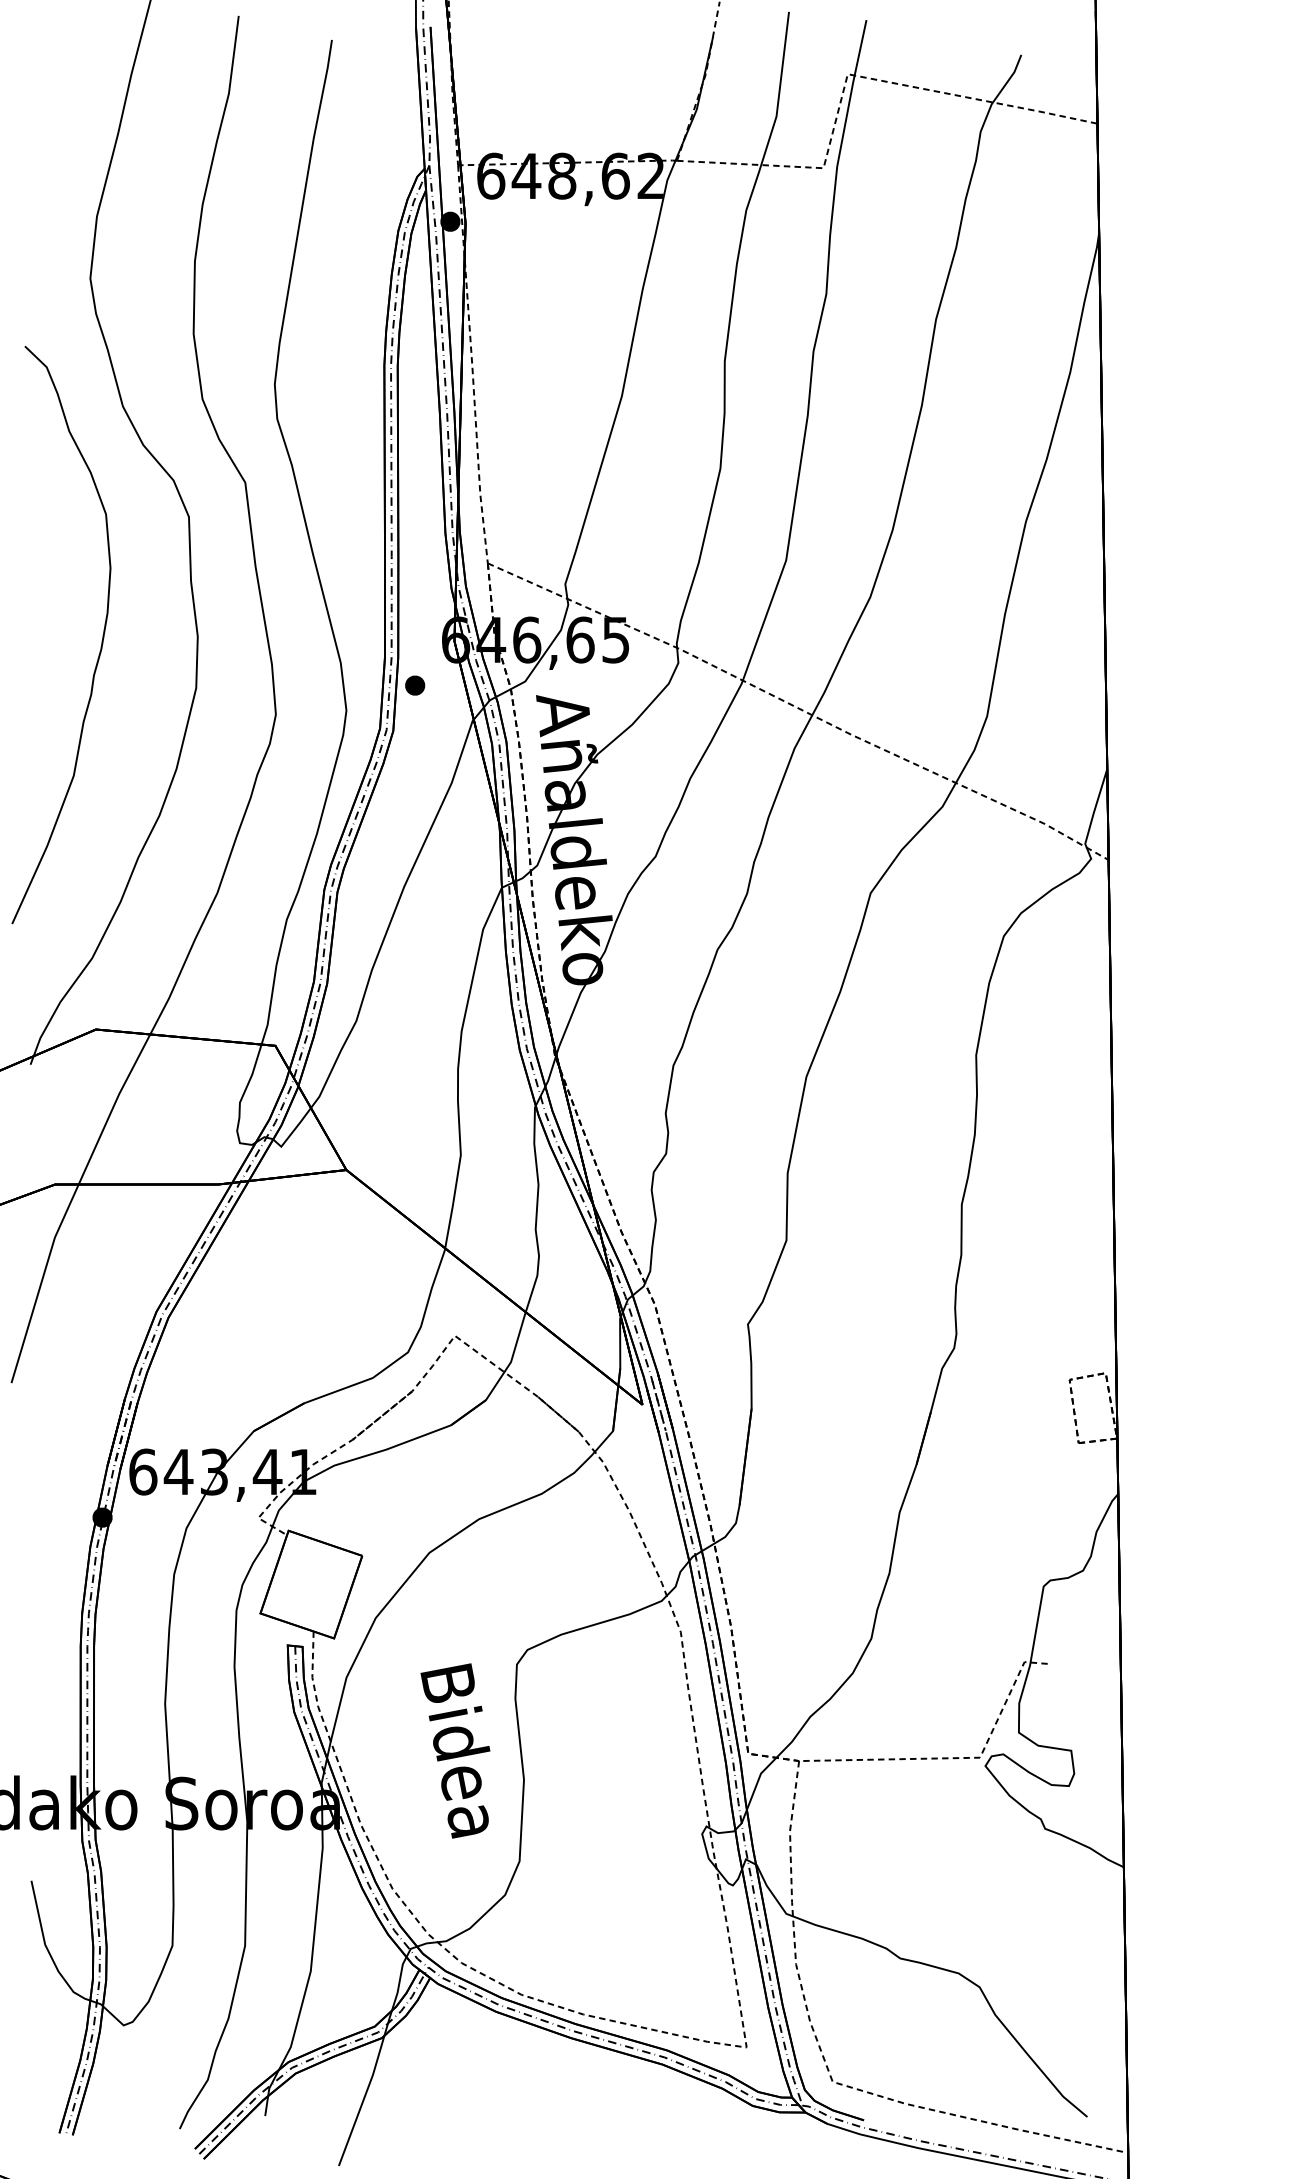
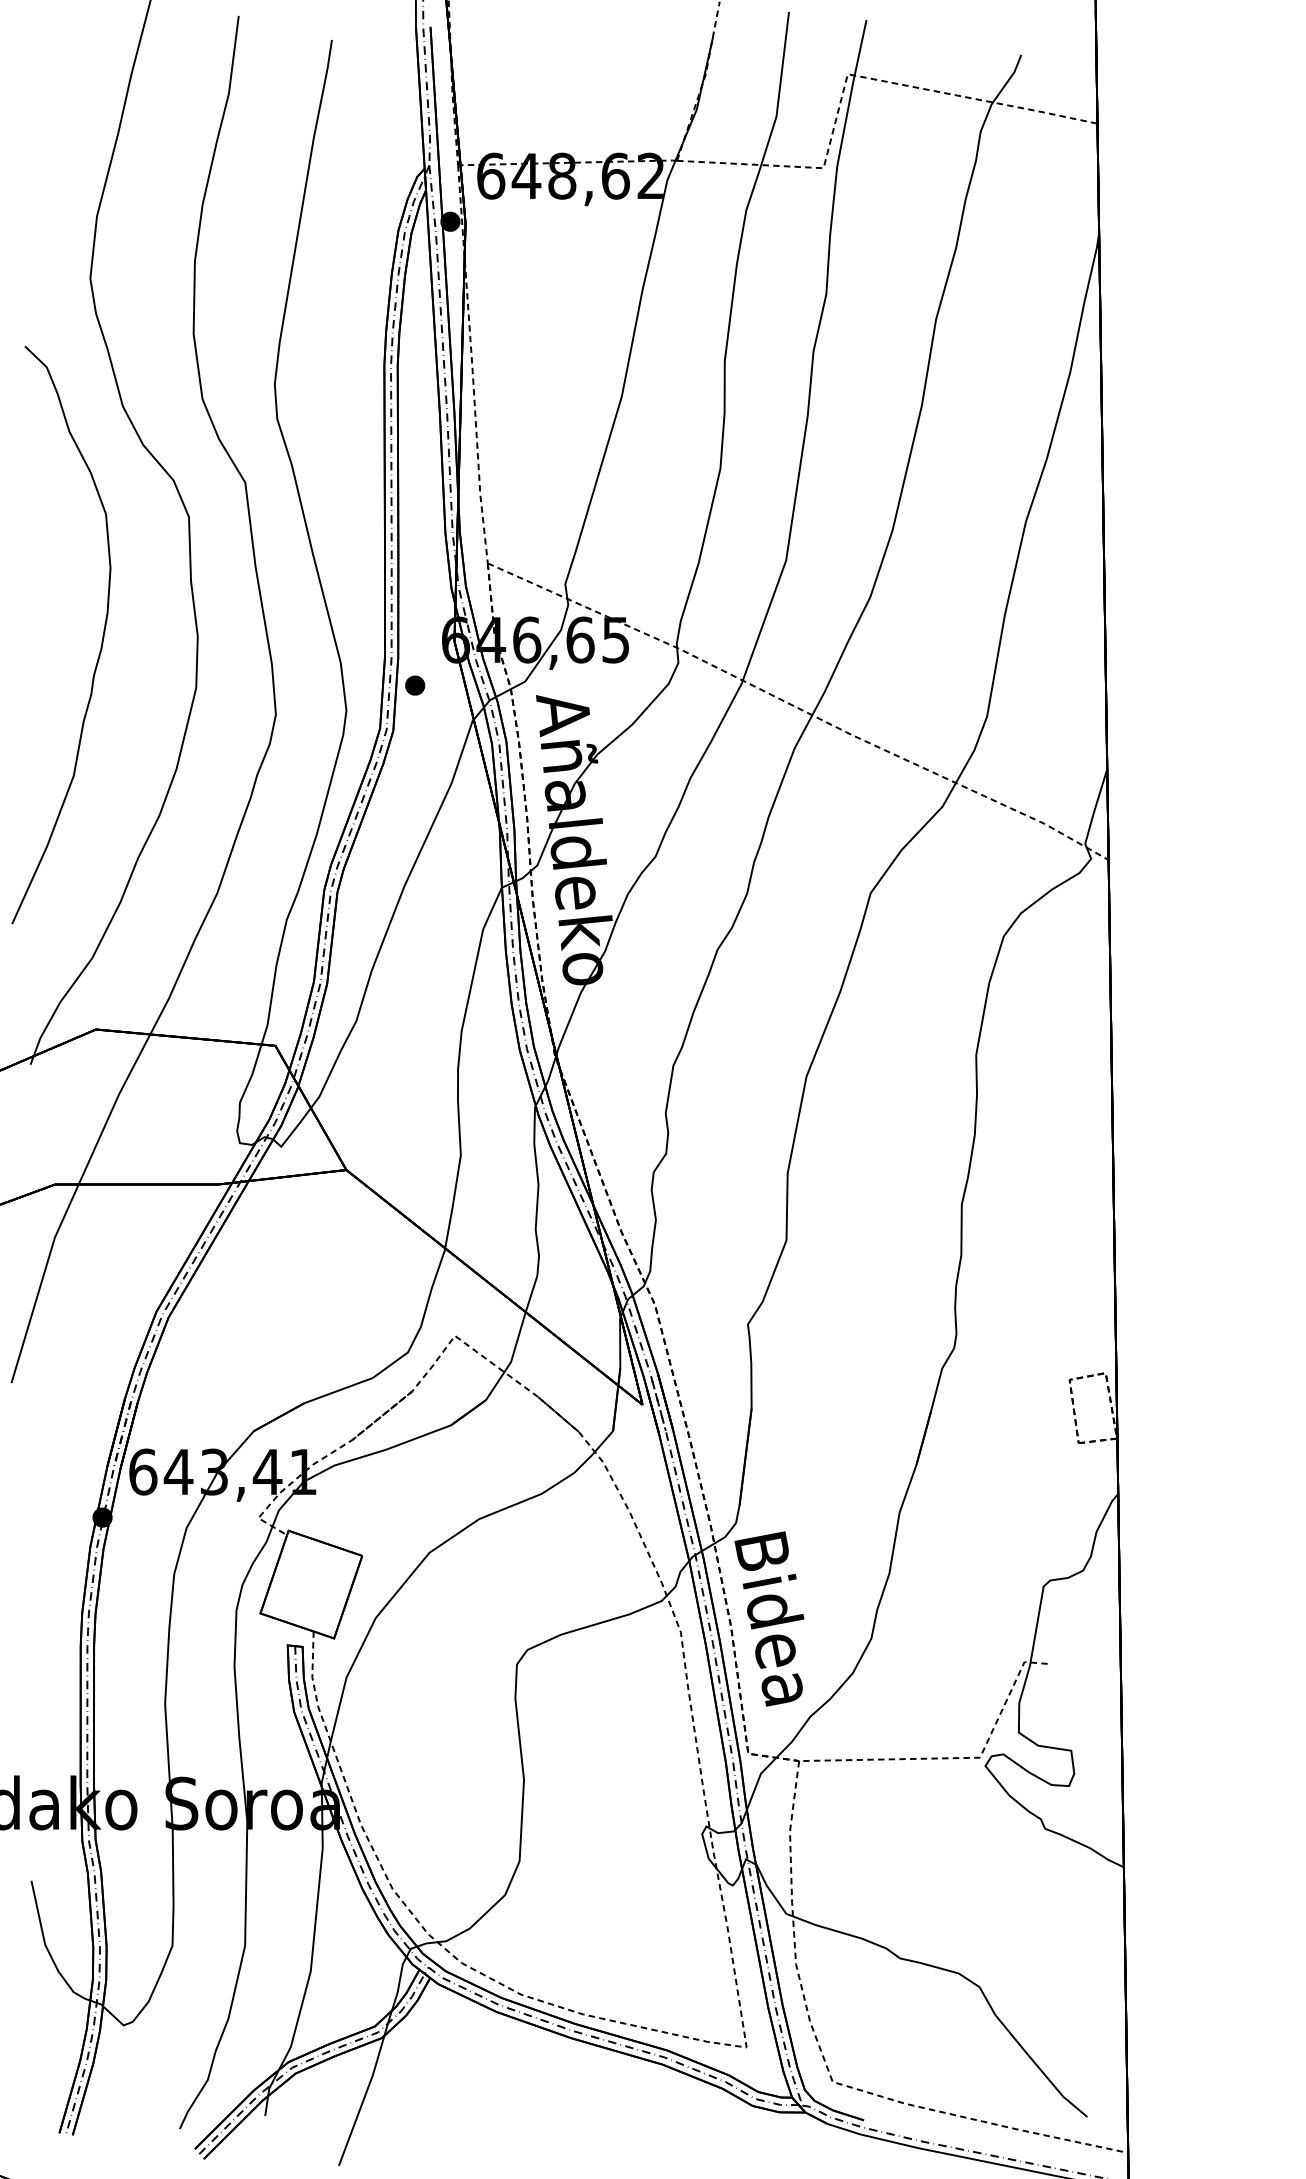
text at (455, 1750) position: (455, 1750) -> (769, 1618)
